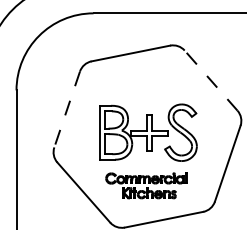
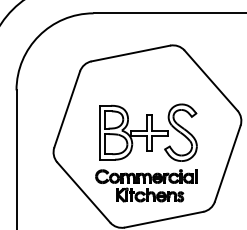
line at (210, 80): dashed -> solid
line at (67, 109): dashed -> solid
part at (146, 185) size: 83x28 px -> 103x34 px
